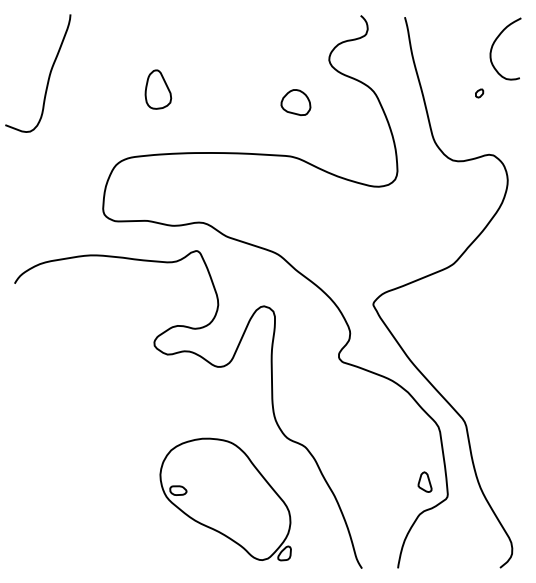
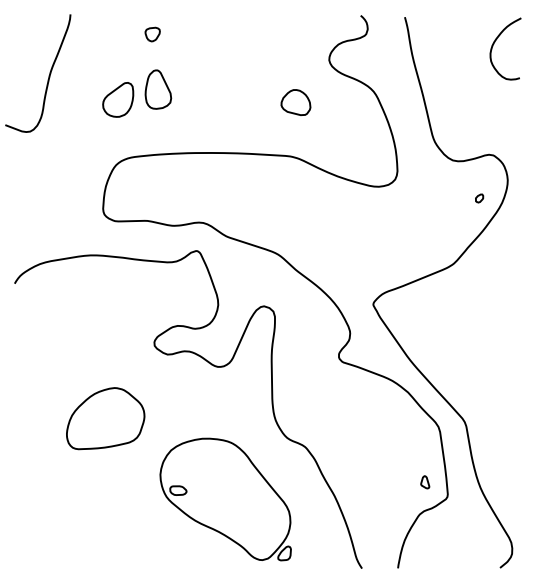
part at (152, 34): none -> present
part at (479, 93) position: (479, 93) -> (479, 198)
part at (118, 99): none -> present
part at (105, 418): none -> present
part at (424, 481) size: 16x22 px -> 11x15 px
